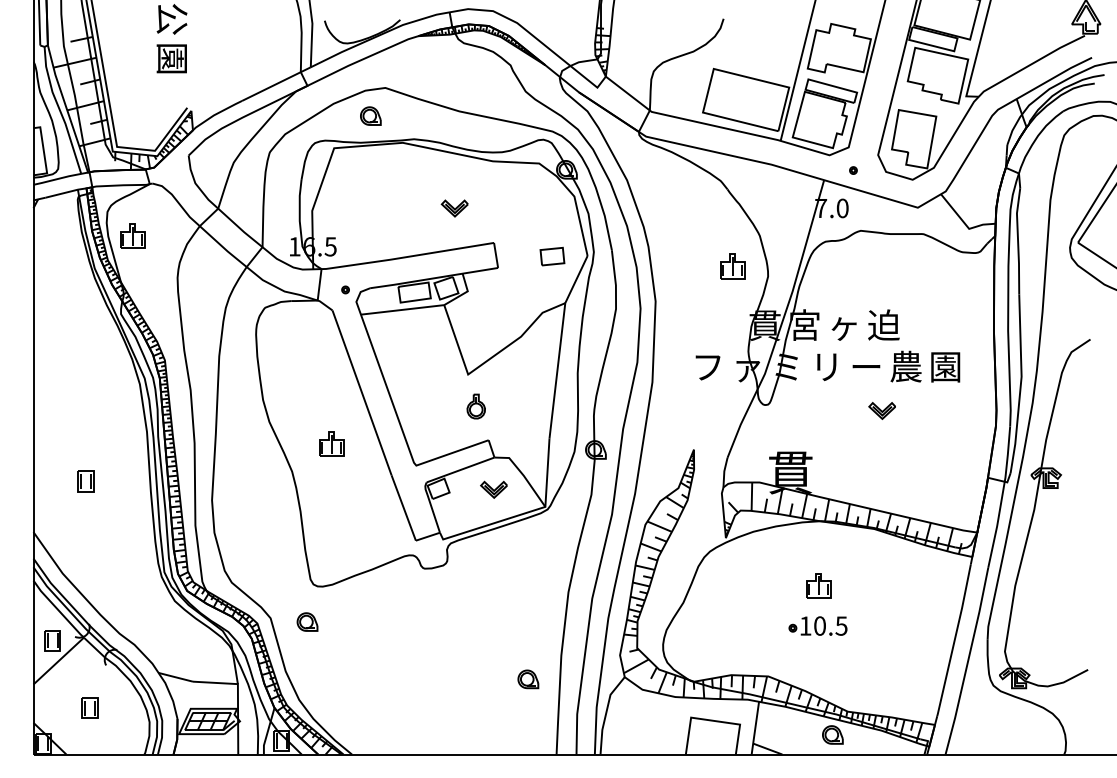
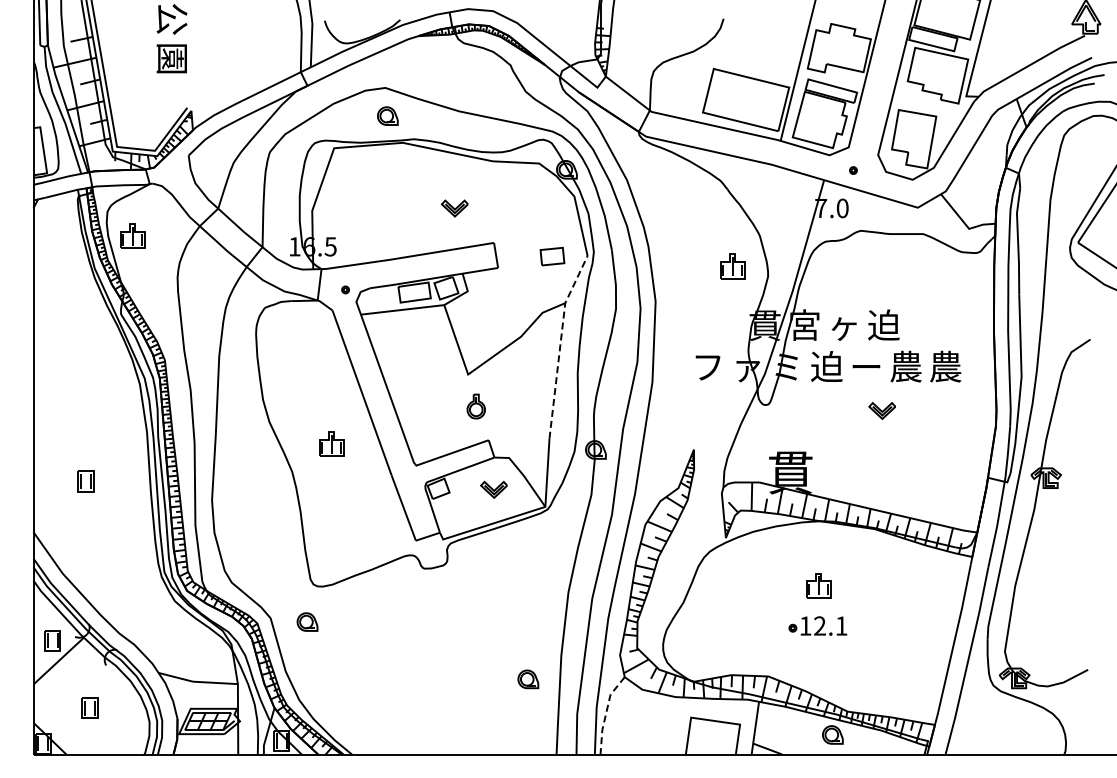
part at (370, 115) position: (370, 115) -> (387, 115)
line at (560, 343): solid -> dashed
text at (826, 366): リ -> 迫
text at (945, 366): 園 -> 農
text at (830, 625): 10.5 -> 12.1
line at (606, 713): solid -> dashed
